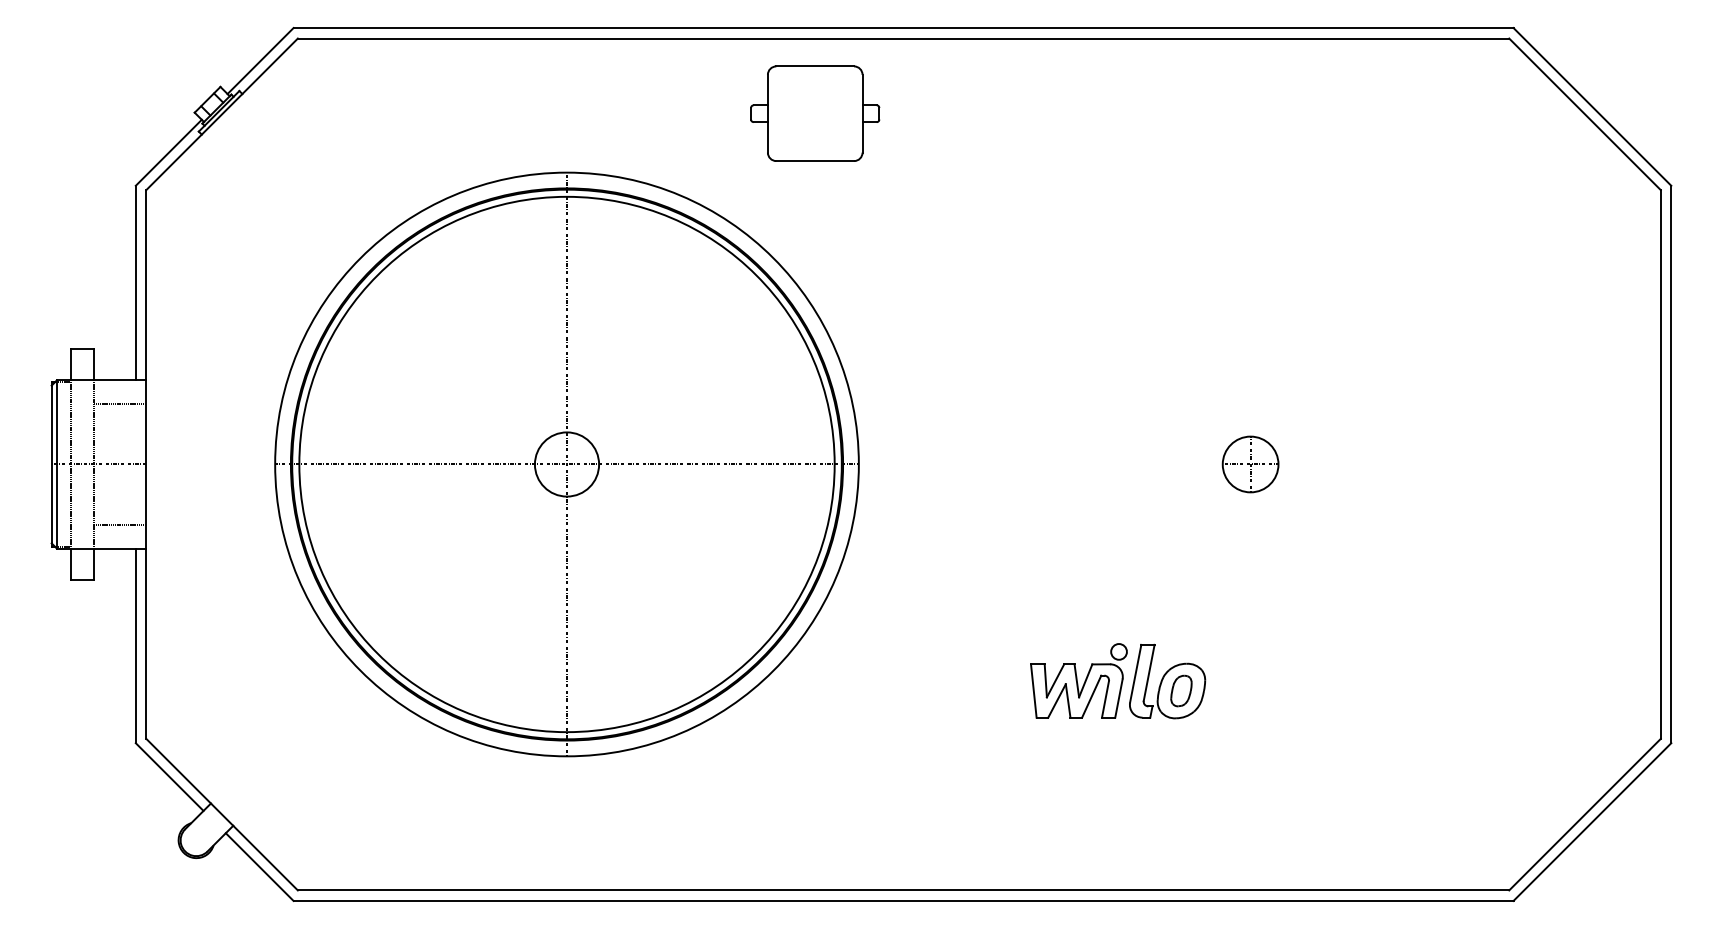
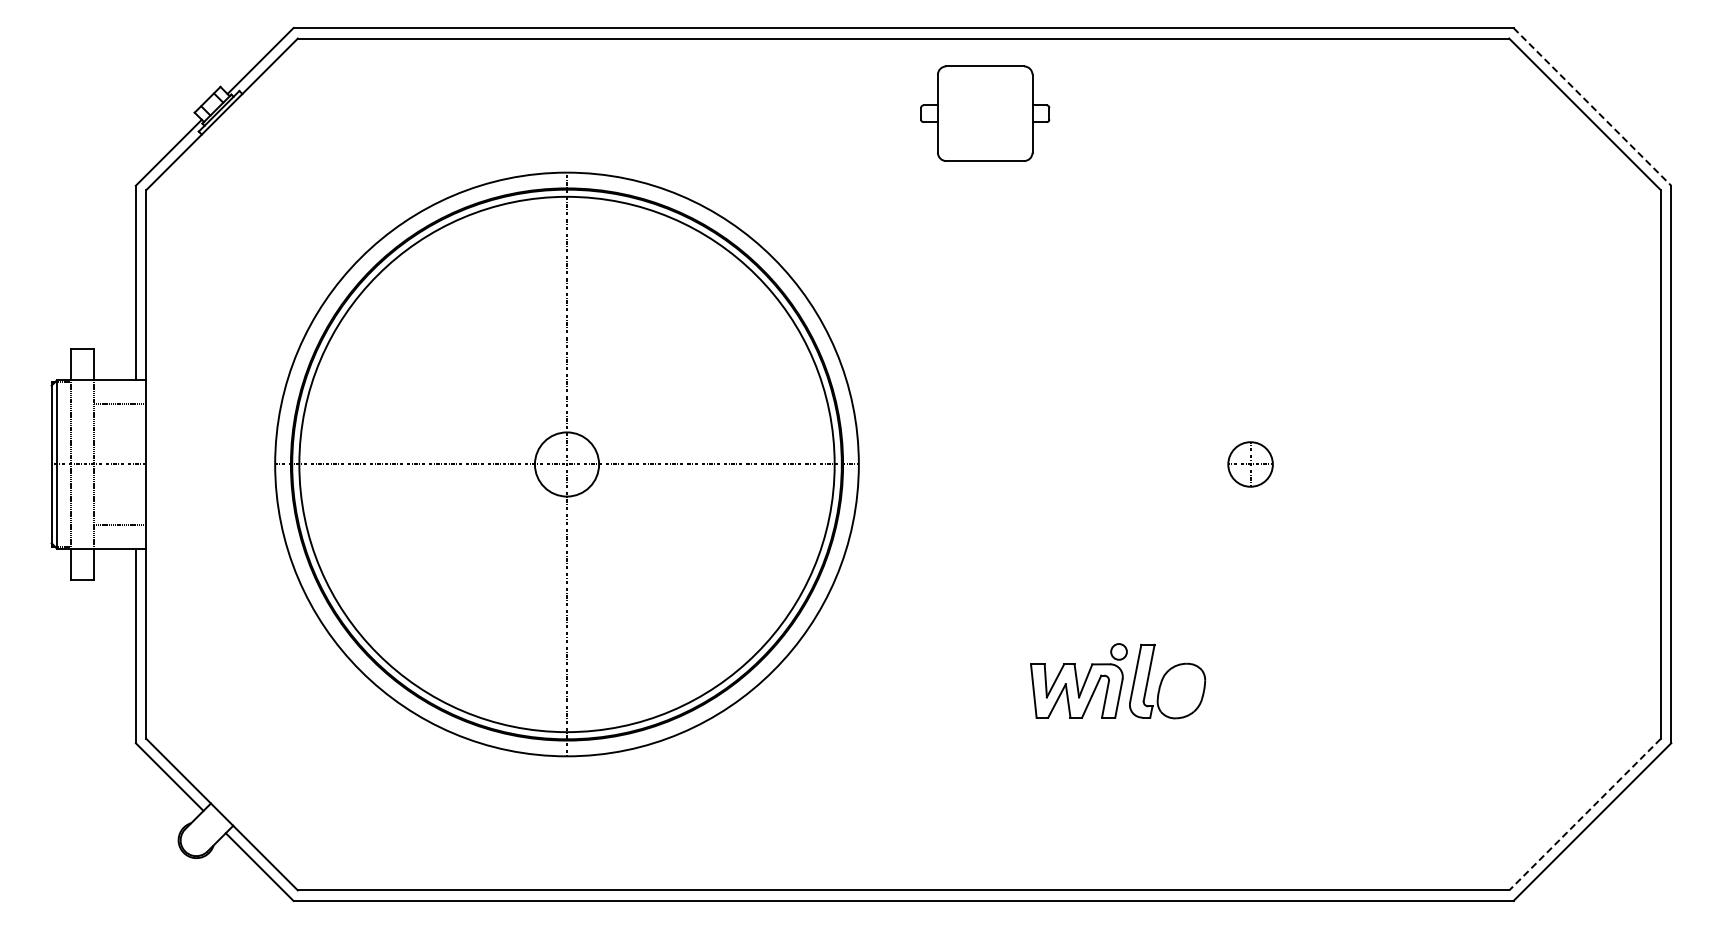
line at (1592, 106): solid -> dashed
part at (815, 113) position: (815, 113) -> (985, 113)
part at (1250, 464) size: 59x59 px -> 47x47 px
part at (1181, 690): present -> none
line at (1584, 815): solid -> dashed
